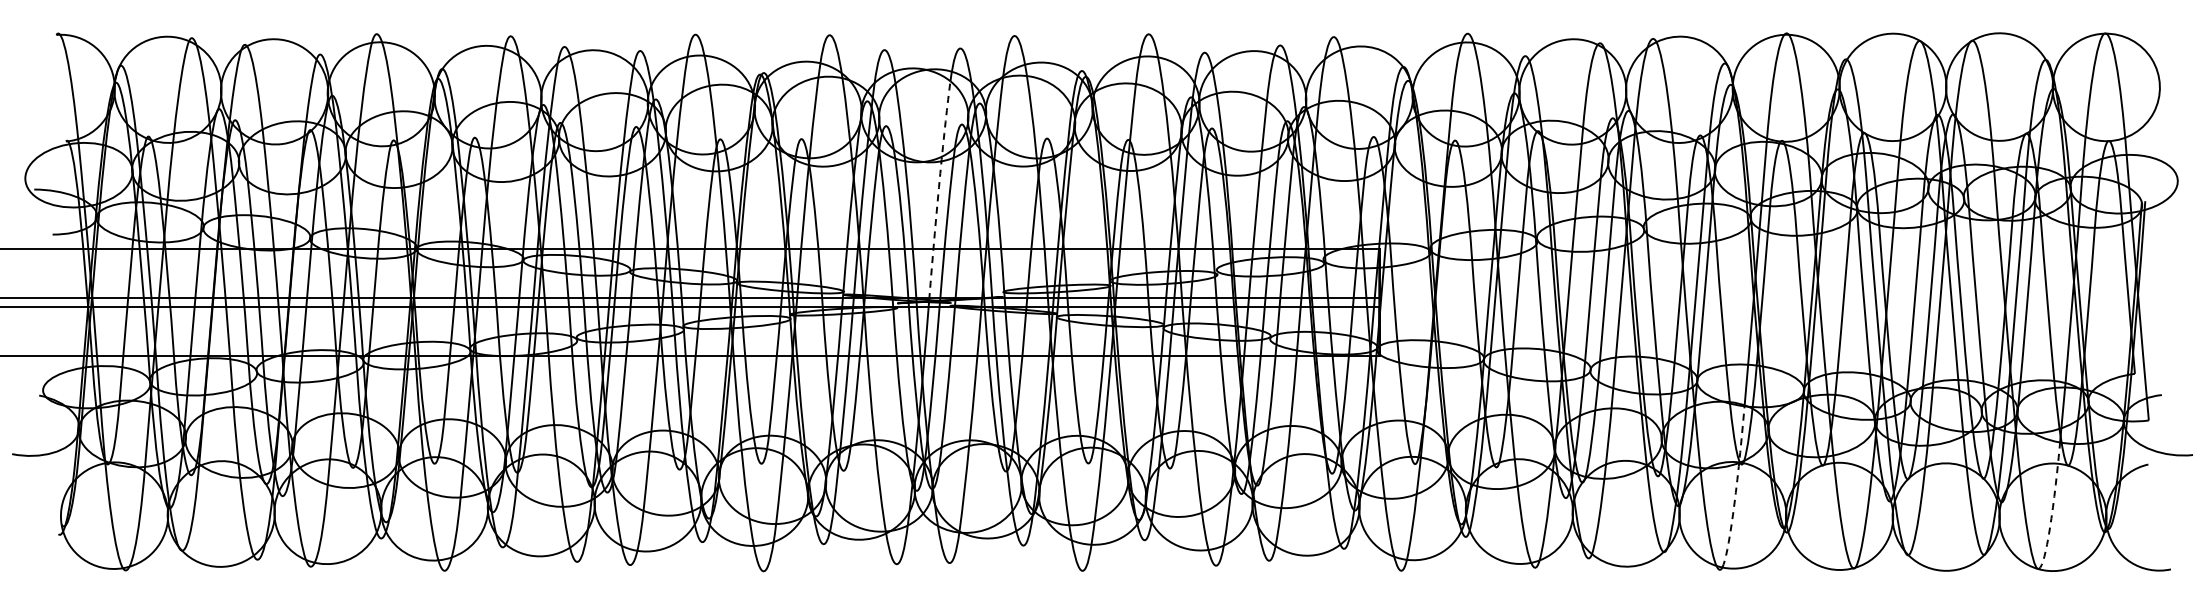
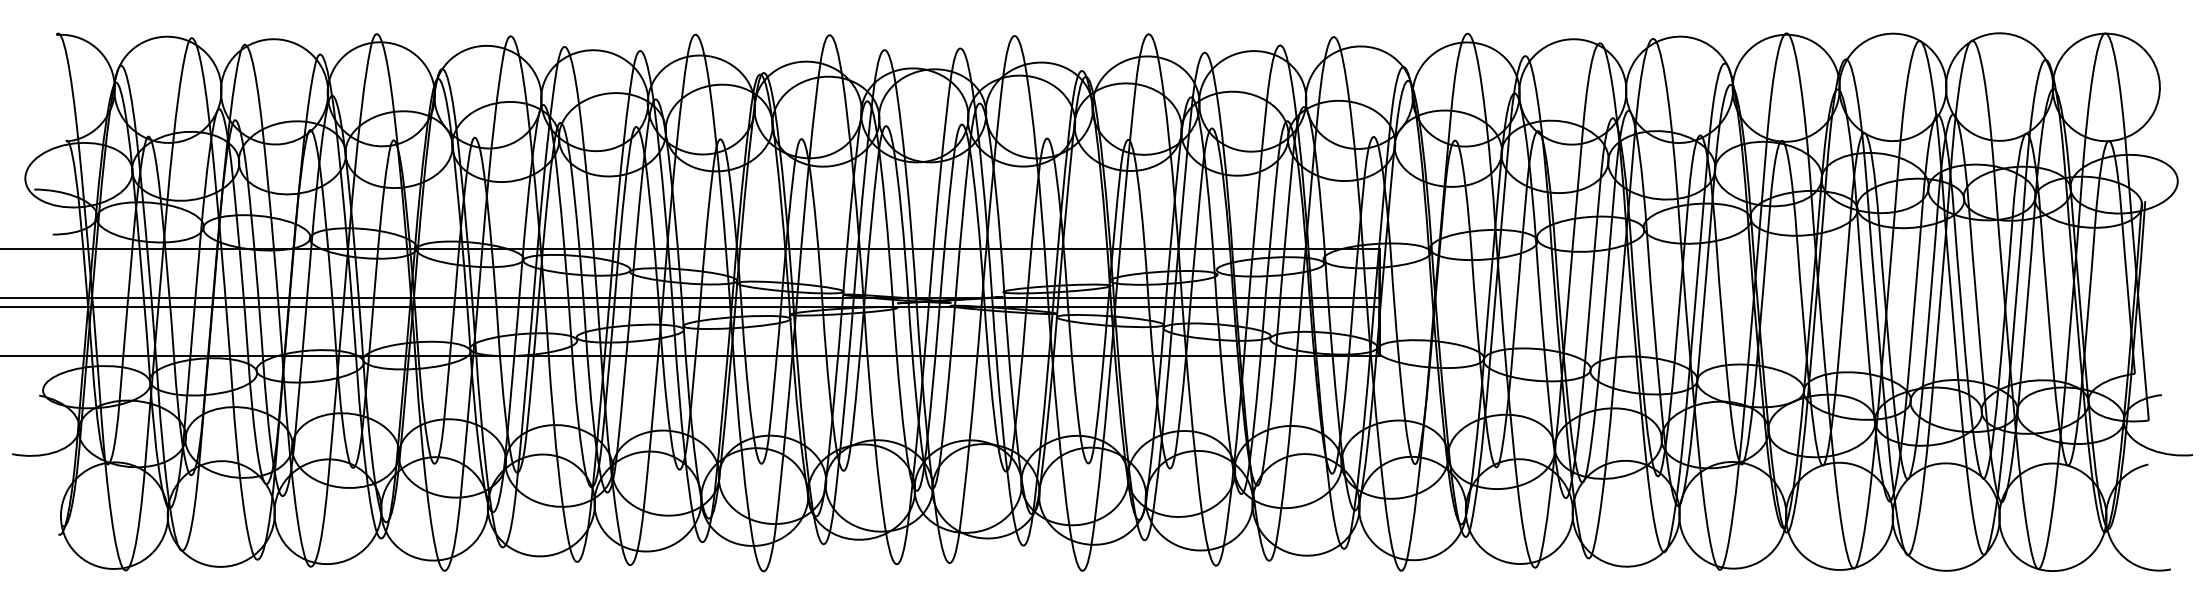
arc at (938, 187): dashed -> solid
arc at (1735, 491): dashed -> solid
arc at (2052, 509): dashed -> solid
